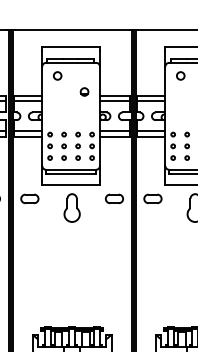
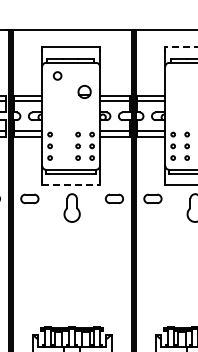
line at (181, 47): solid -> dashed
circle at (180, 75): present -> none
part at (84, 91) size: 11x10 px -> 15x14 px
part at (63, 145): present -> none
line at (71, 185): solid -> dashed
